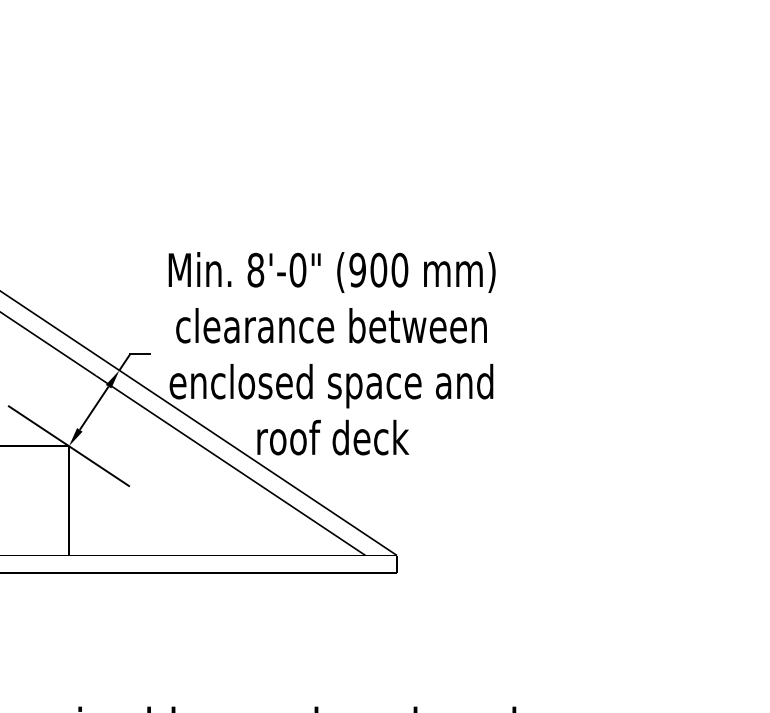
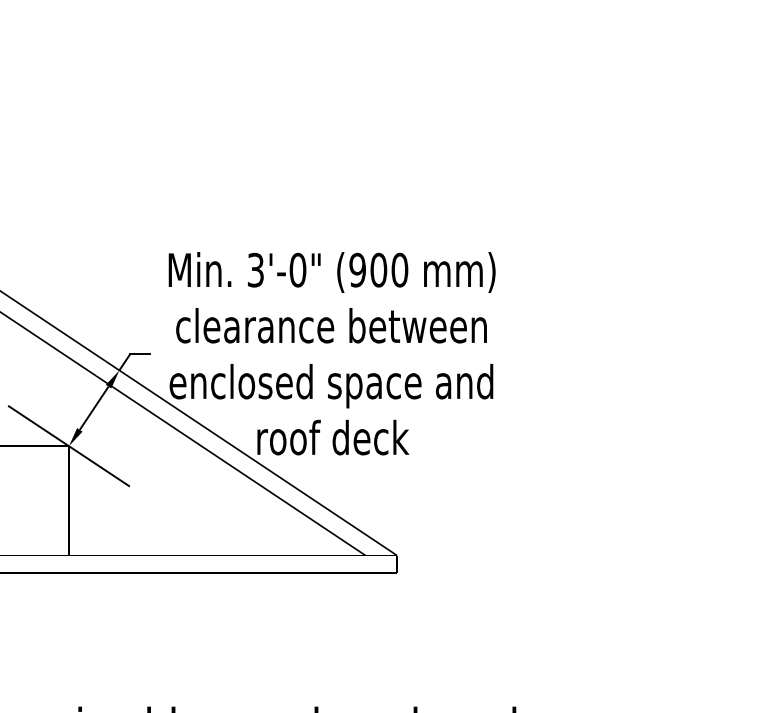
text at (255, 270): 8'-0" -> 3'-0"
